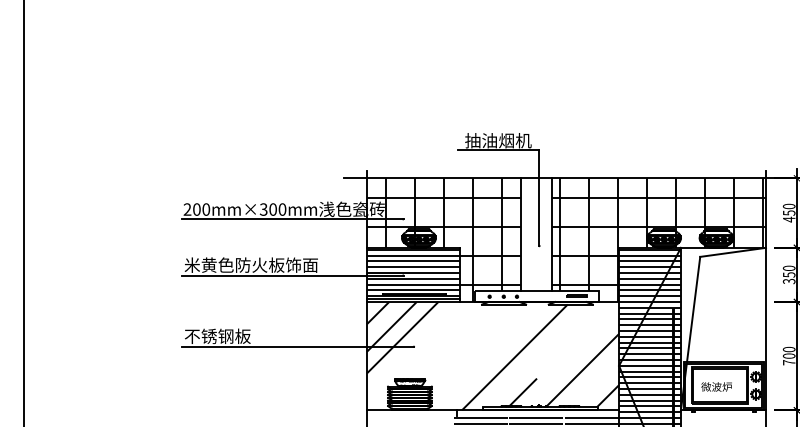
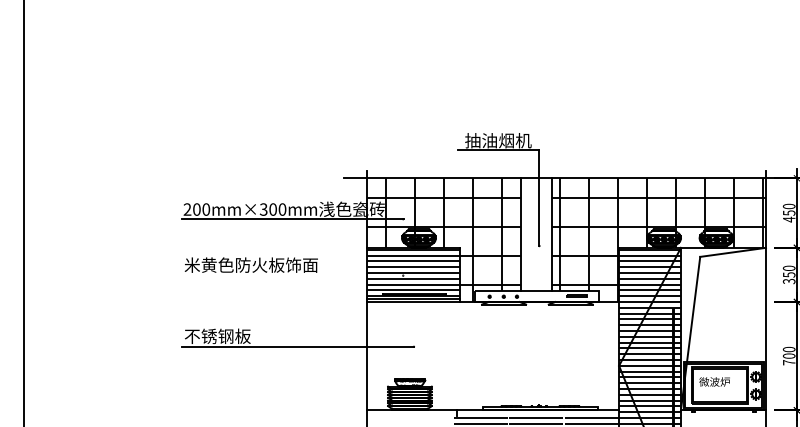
line at (292, 275): present -> none
hatch at (493, 355): present -> none
text at (716, 386) position: (716, 386) -> (714, 381)
